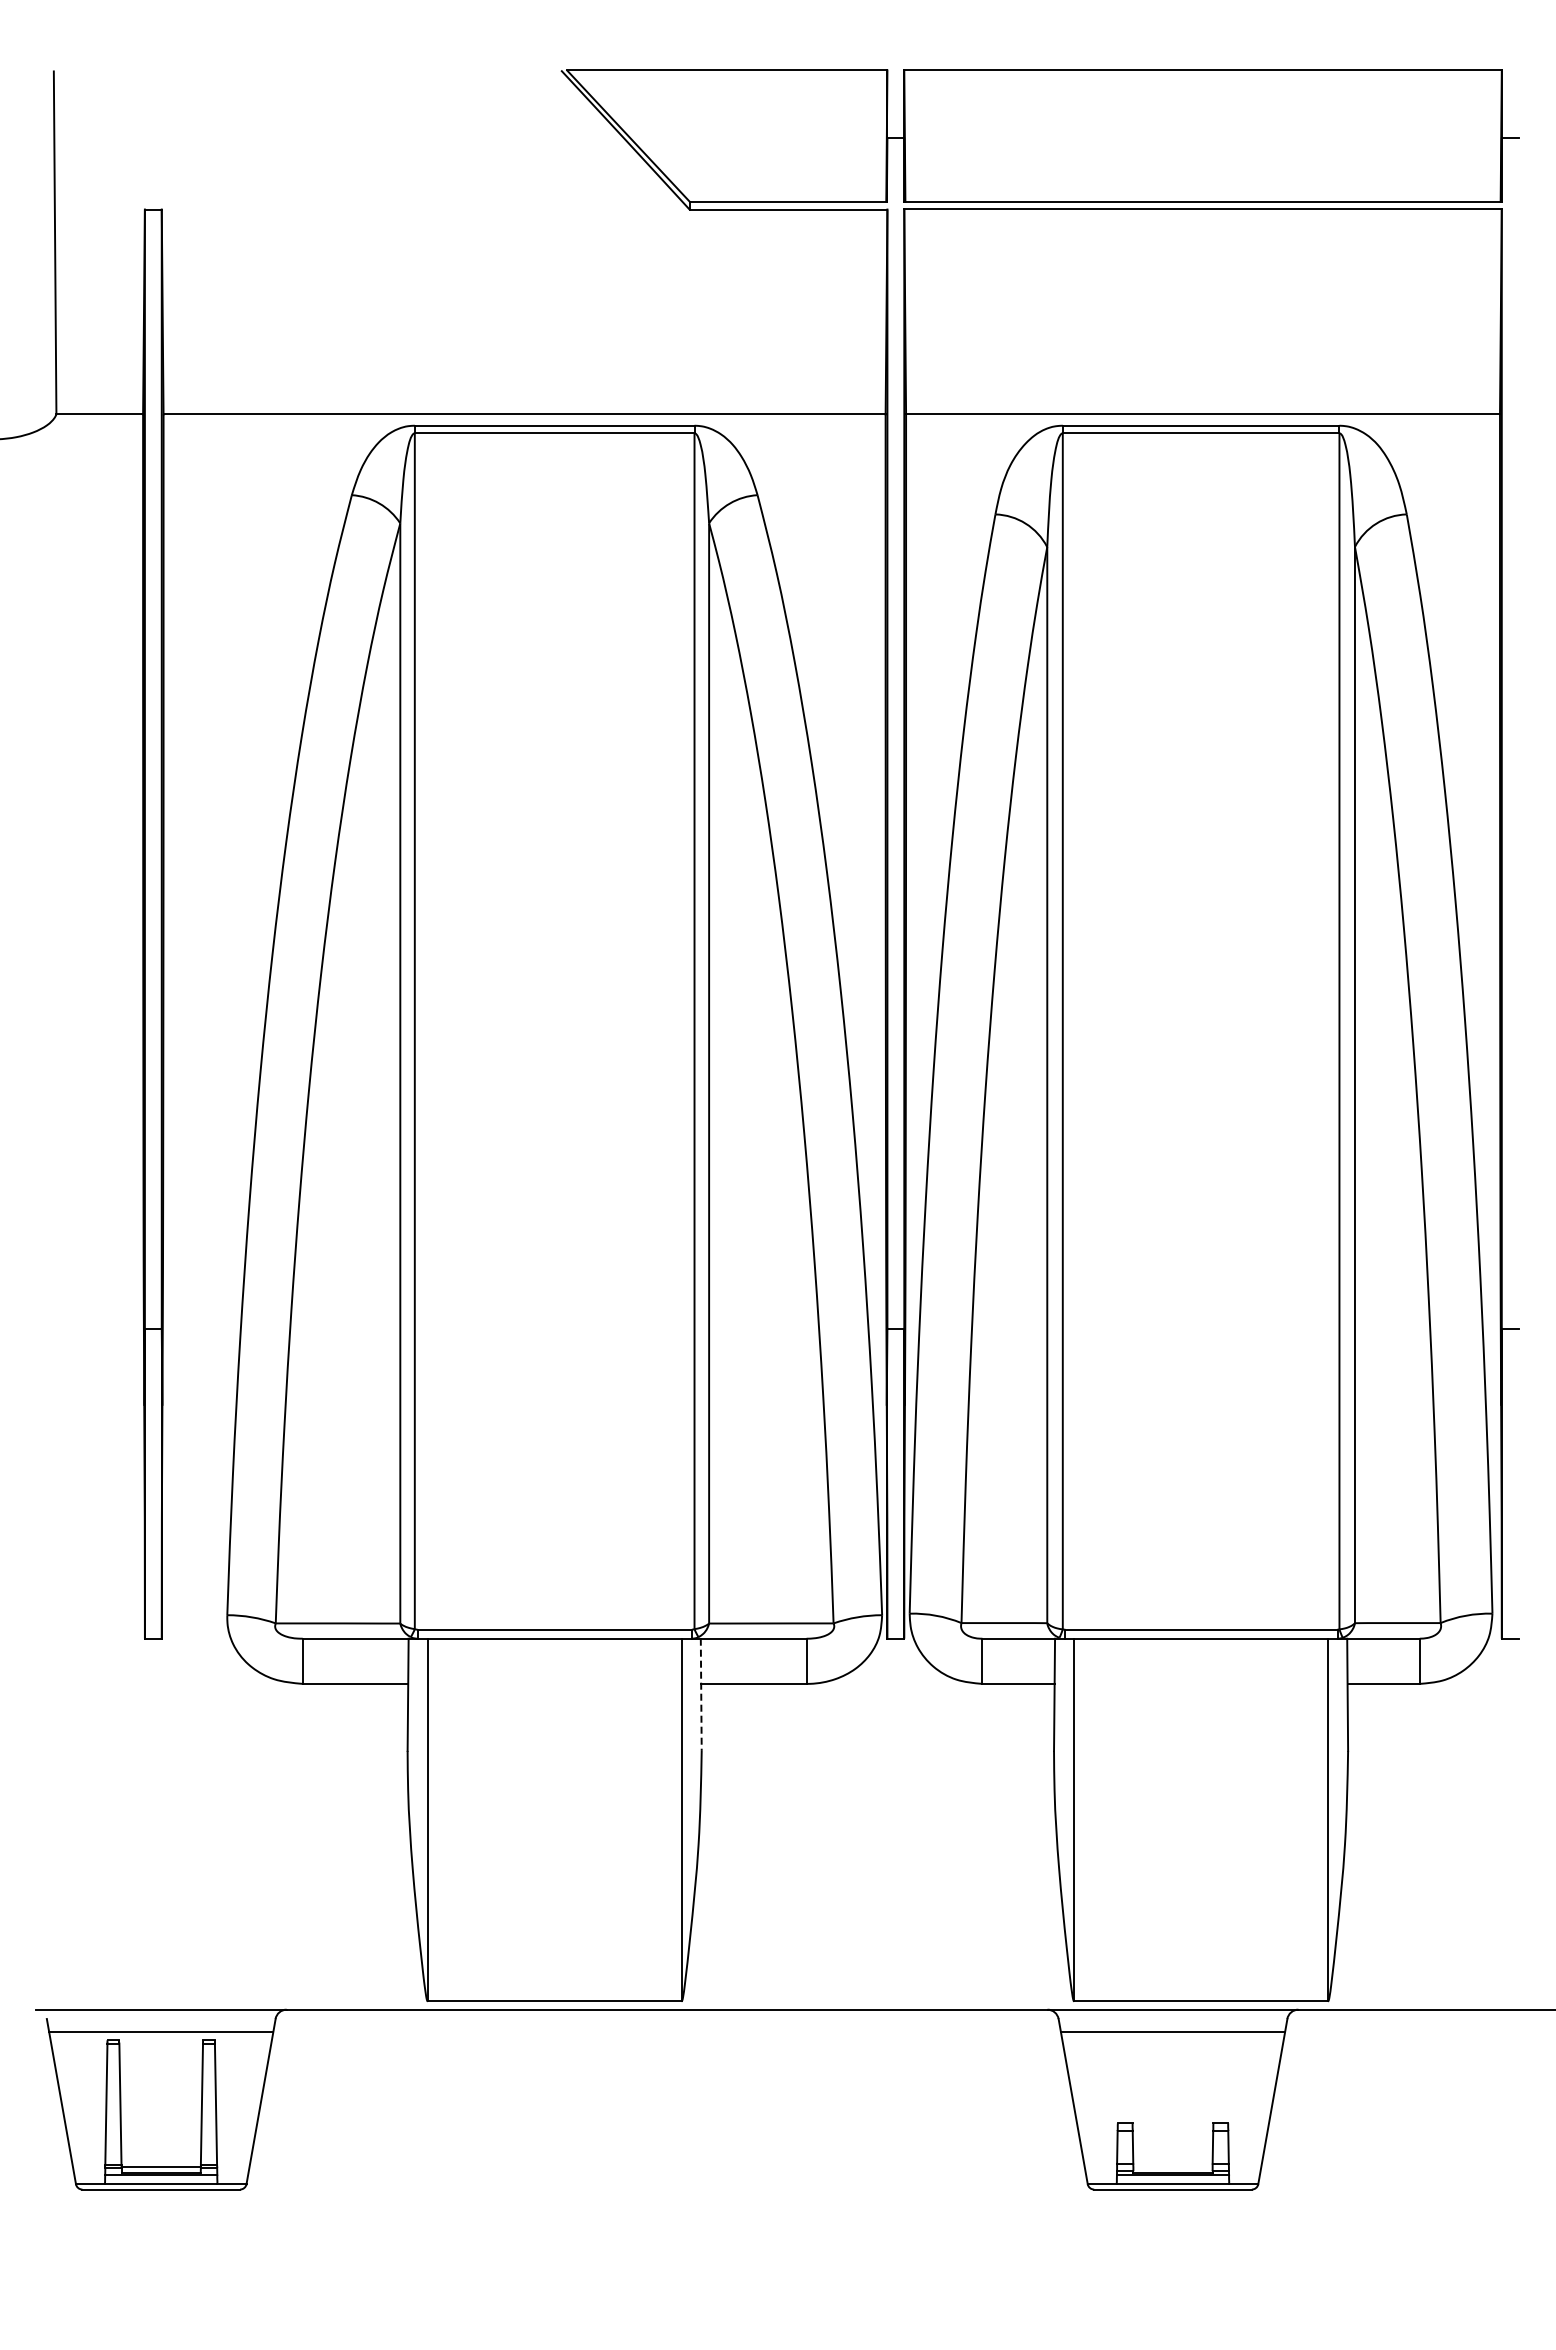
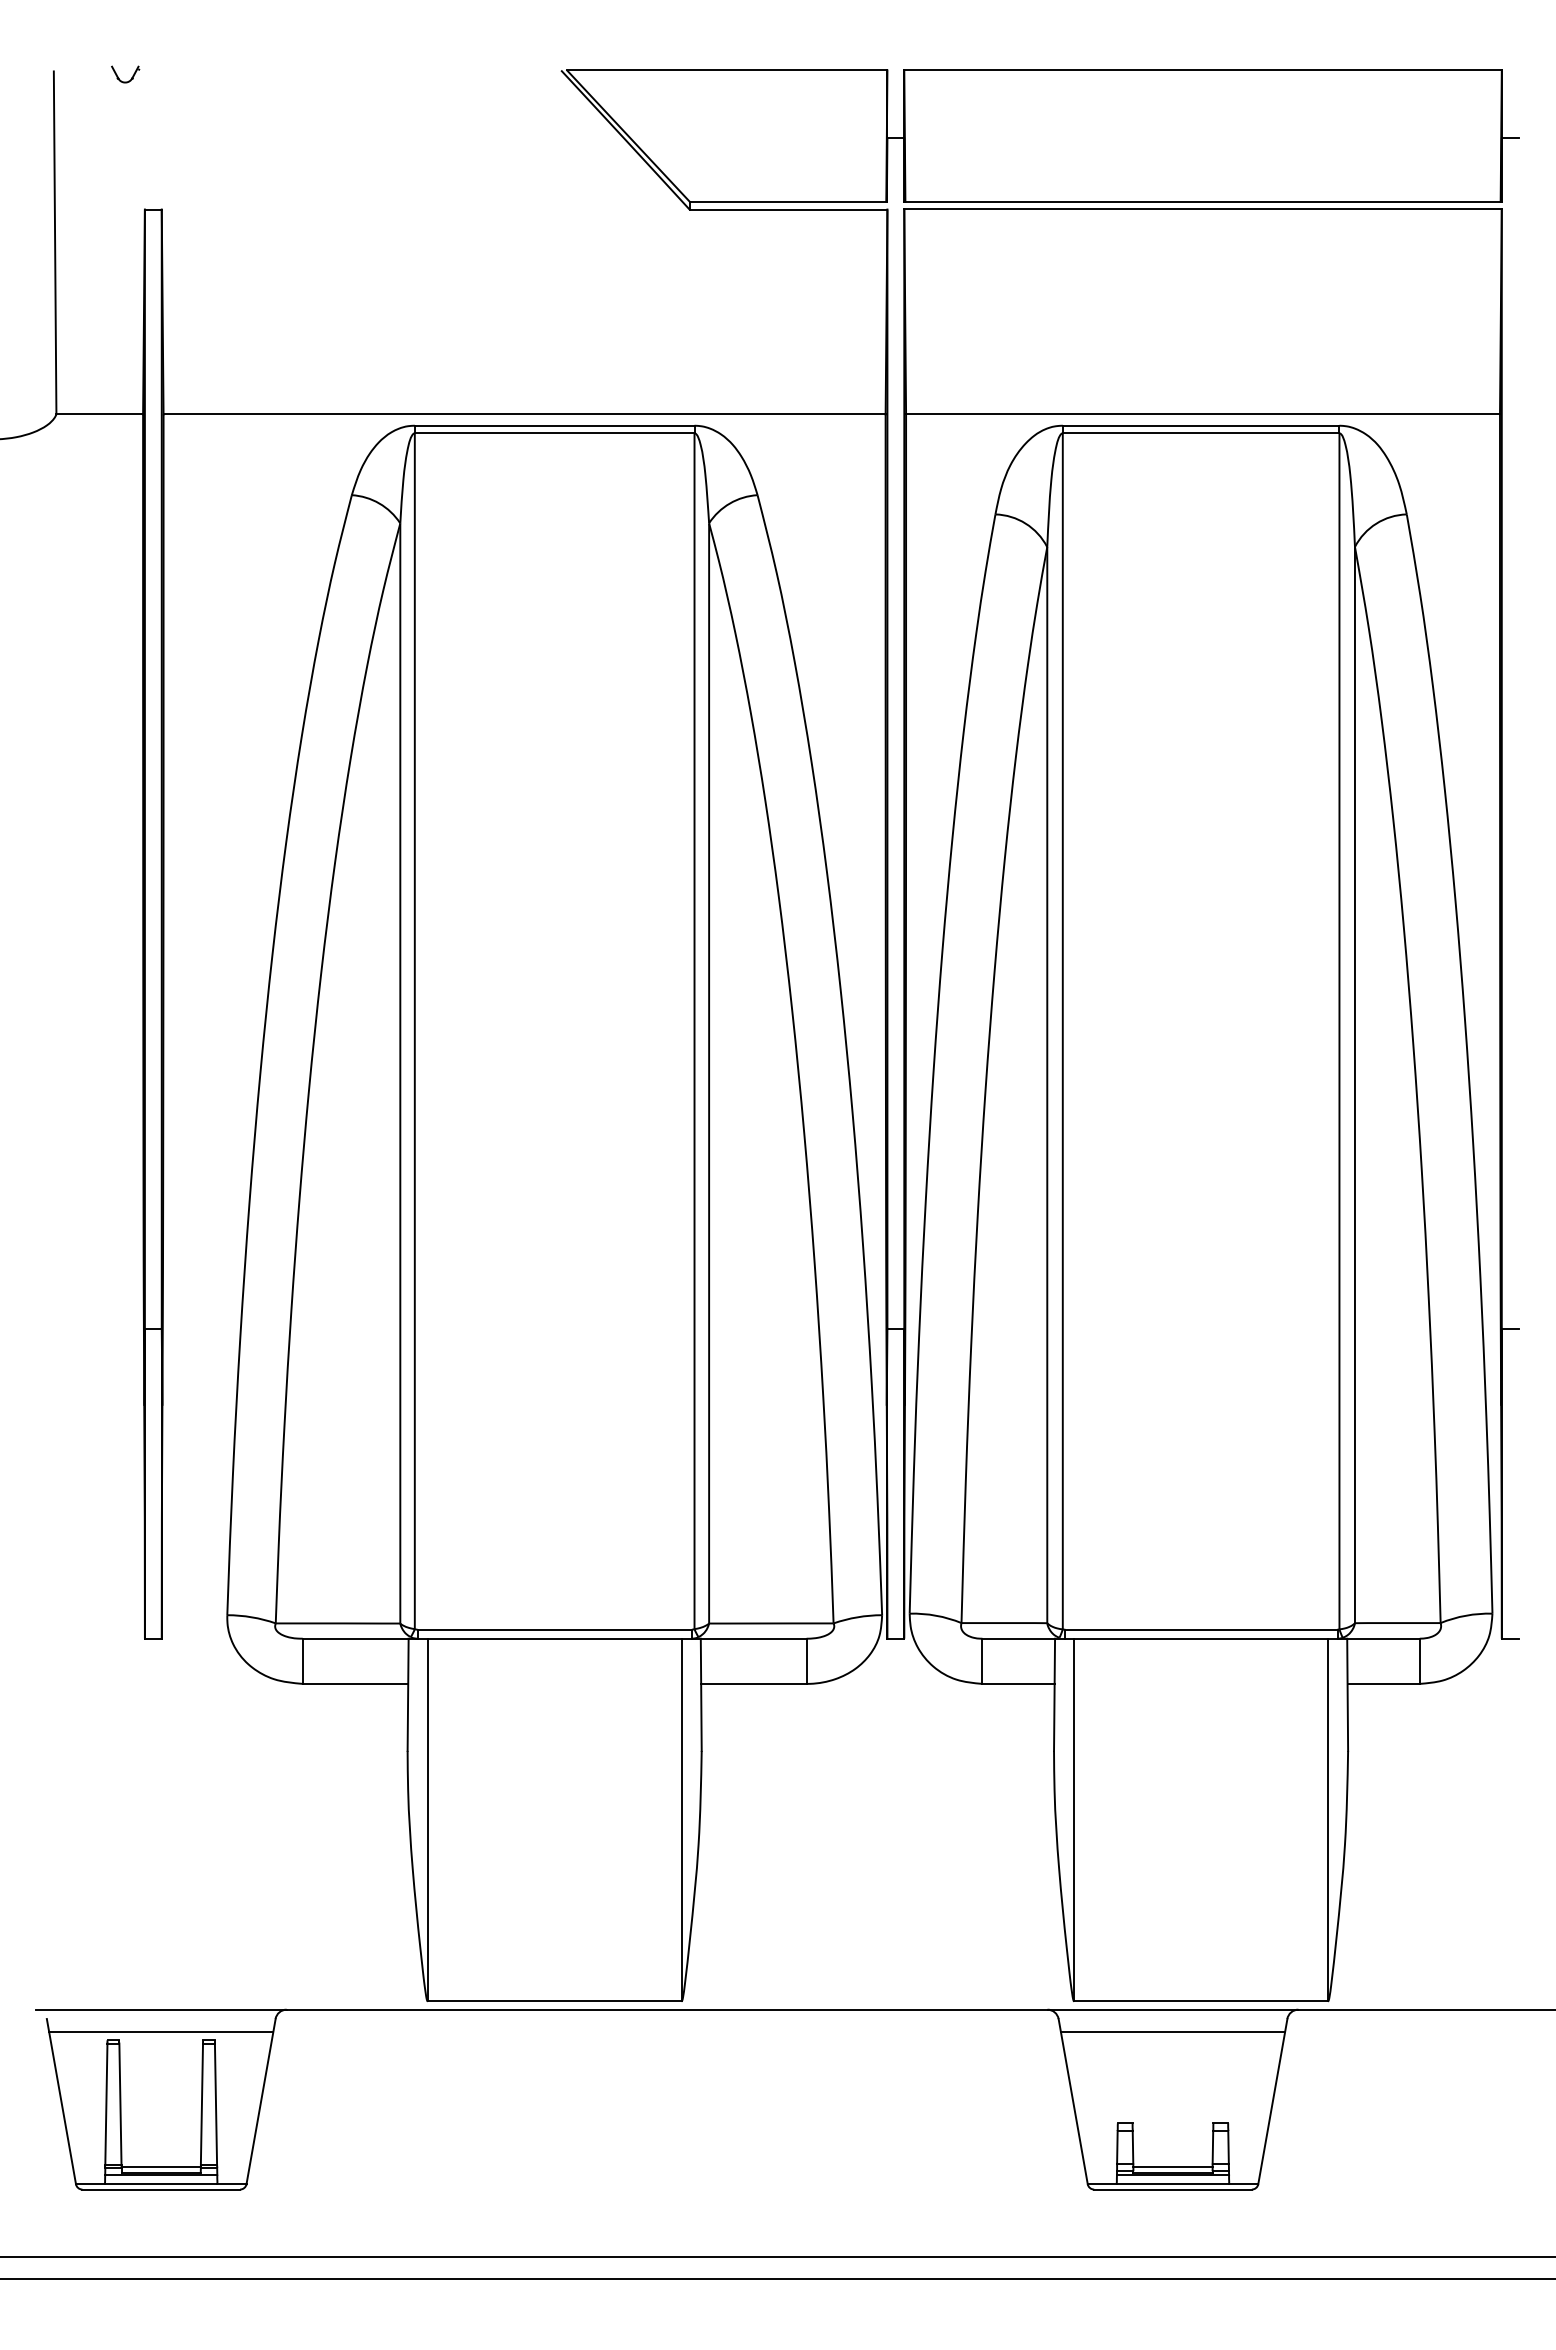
part at (131, 77): none -> present
line at (701, 1695): dashed -> solid
line at (1172, 2167): none -> present
line at (777, 2257): none -> present
line at (777, 2279): none -> present
